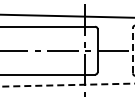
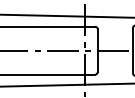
line at (133, 50): dashed -> solid
line at (67, 85): dashed -> solid
